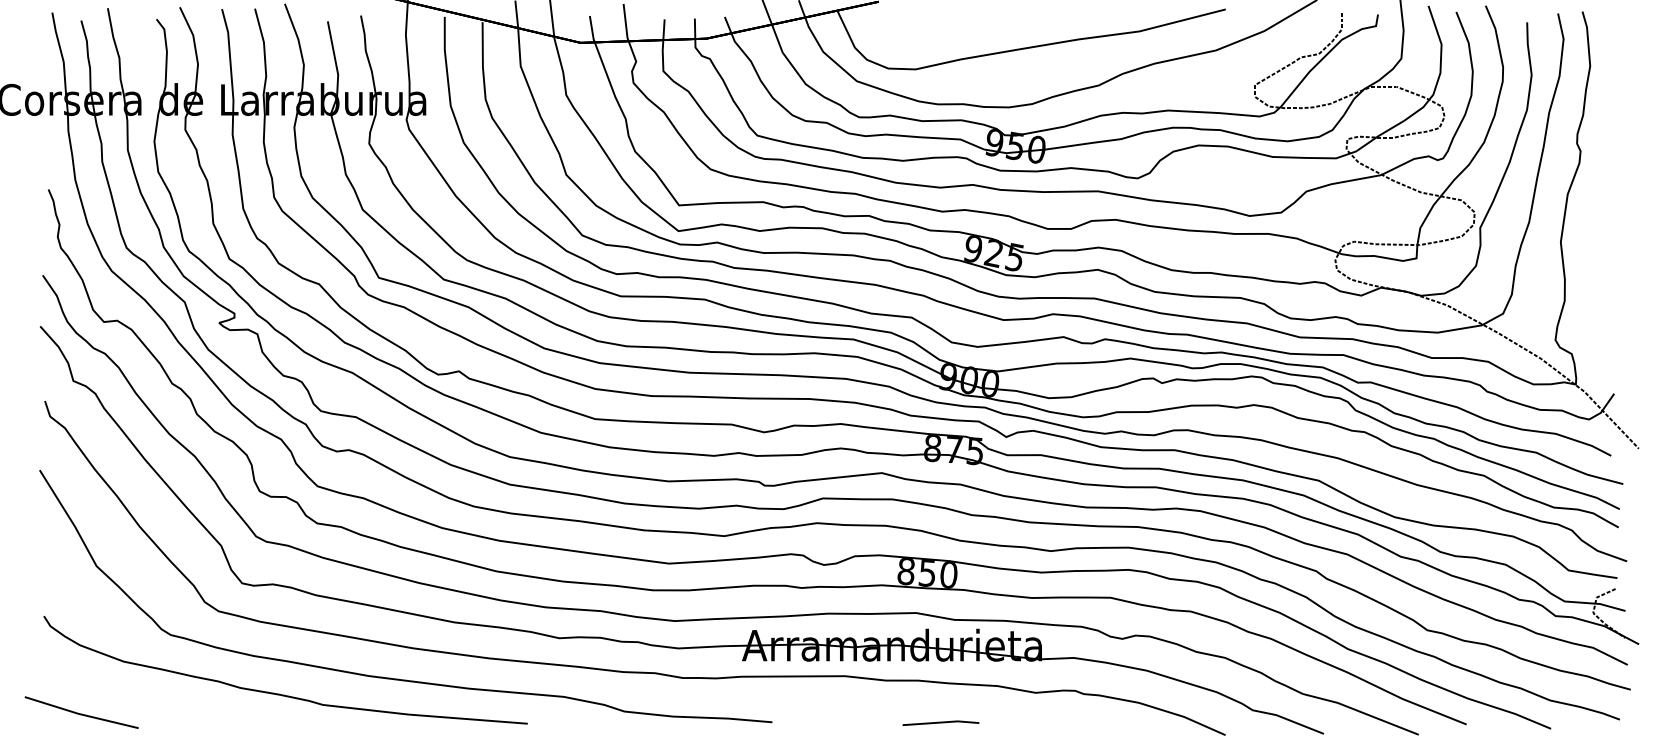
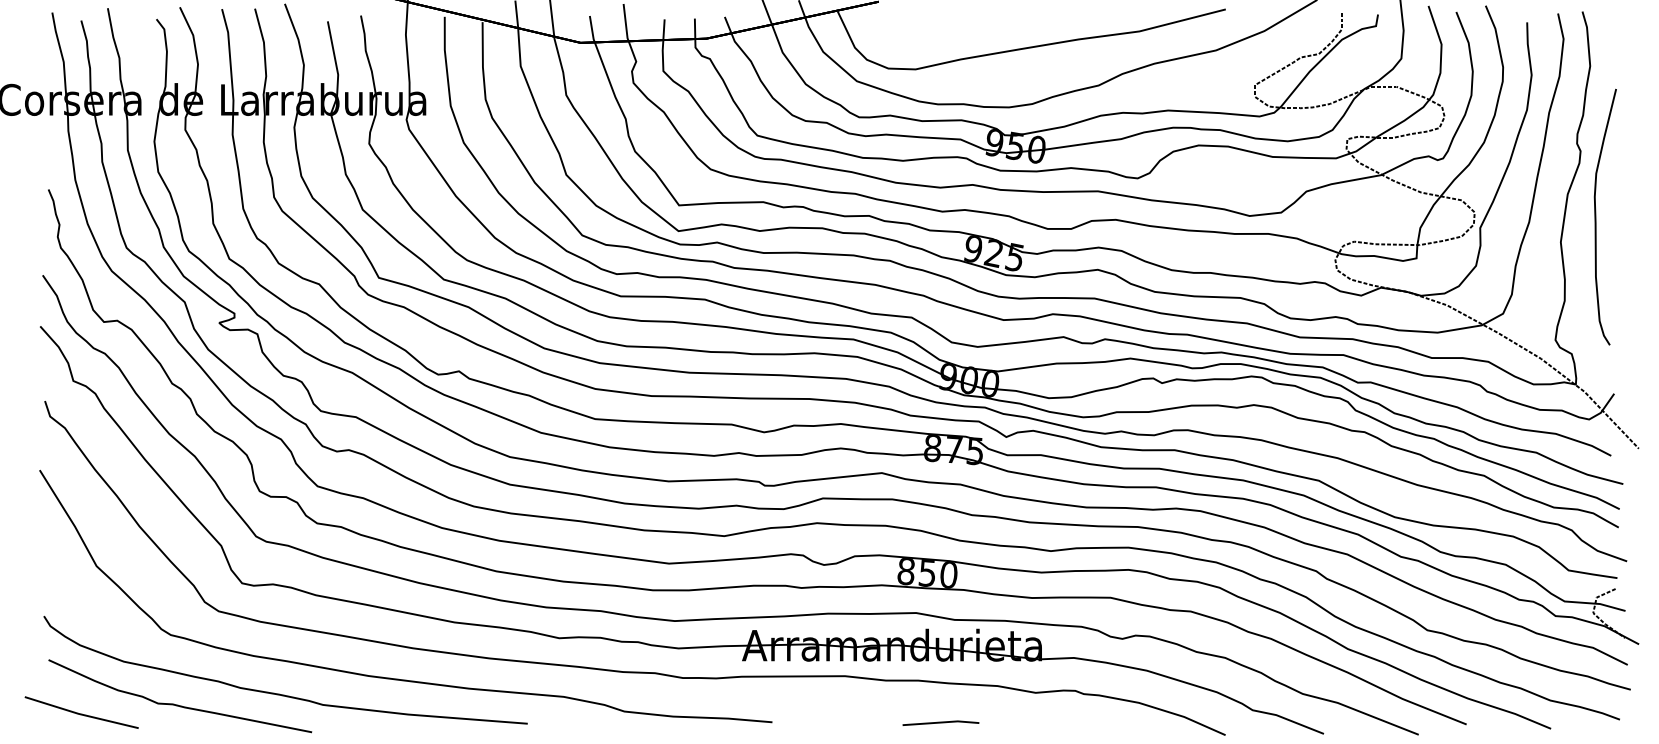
curve at (1596, 216): none -> present
part at (178, 704): none -> present
